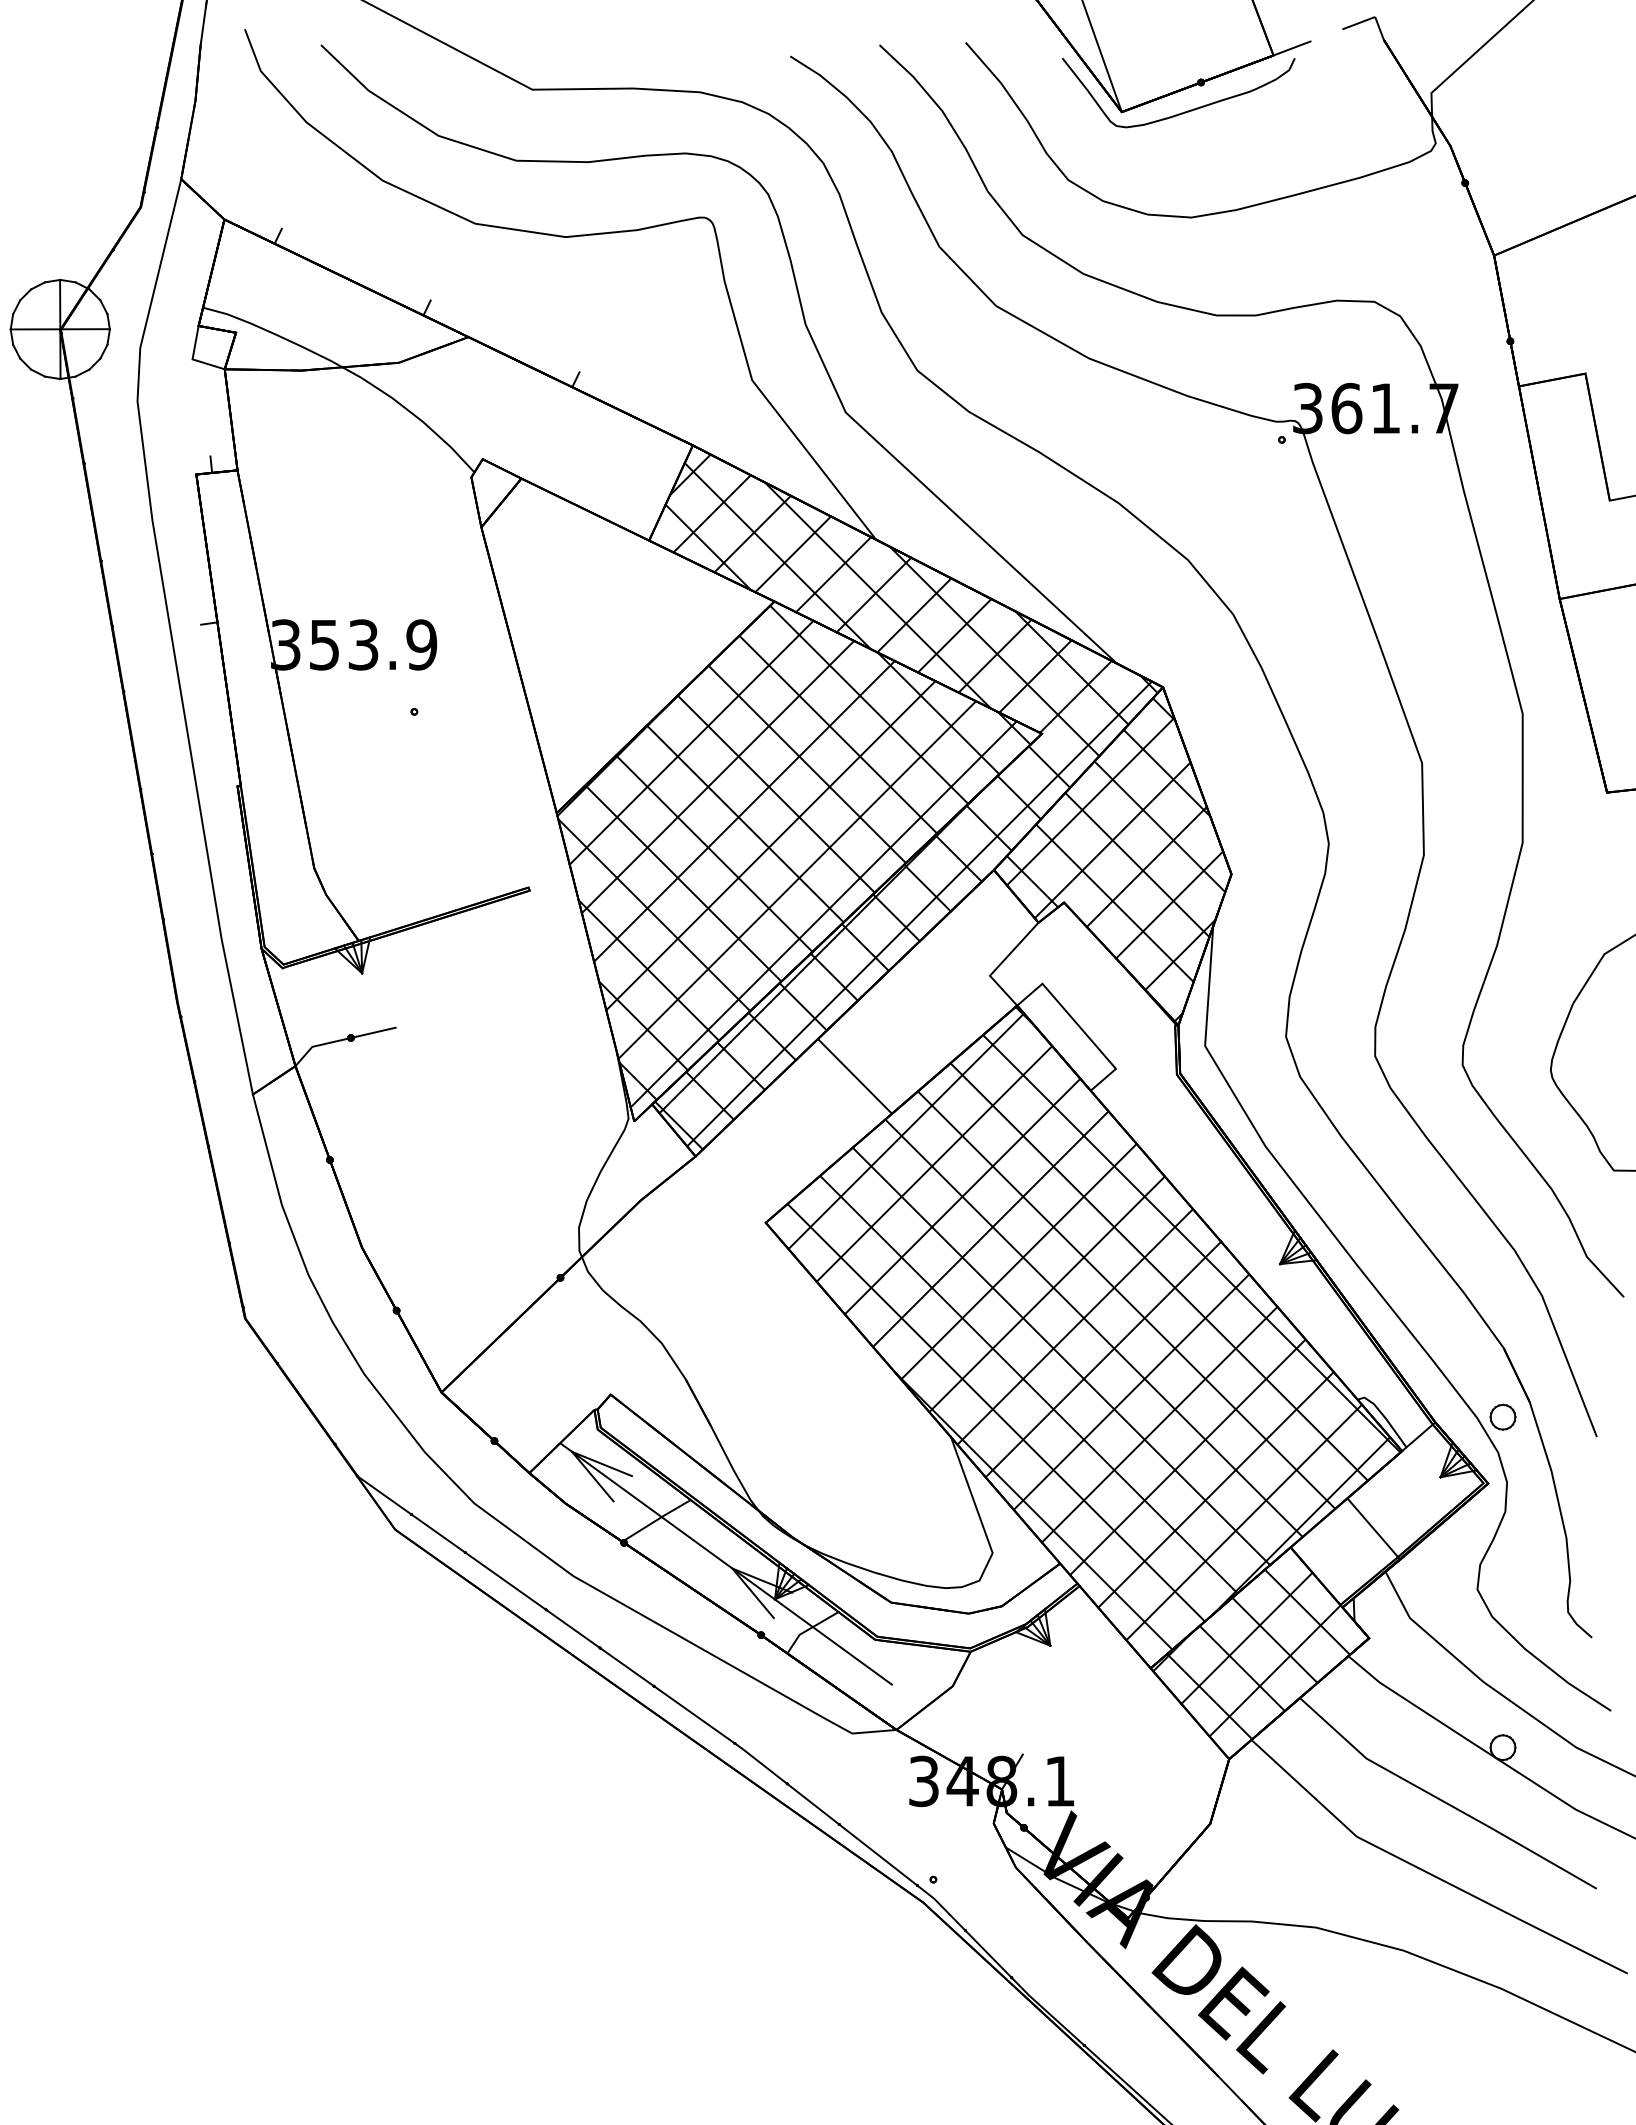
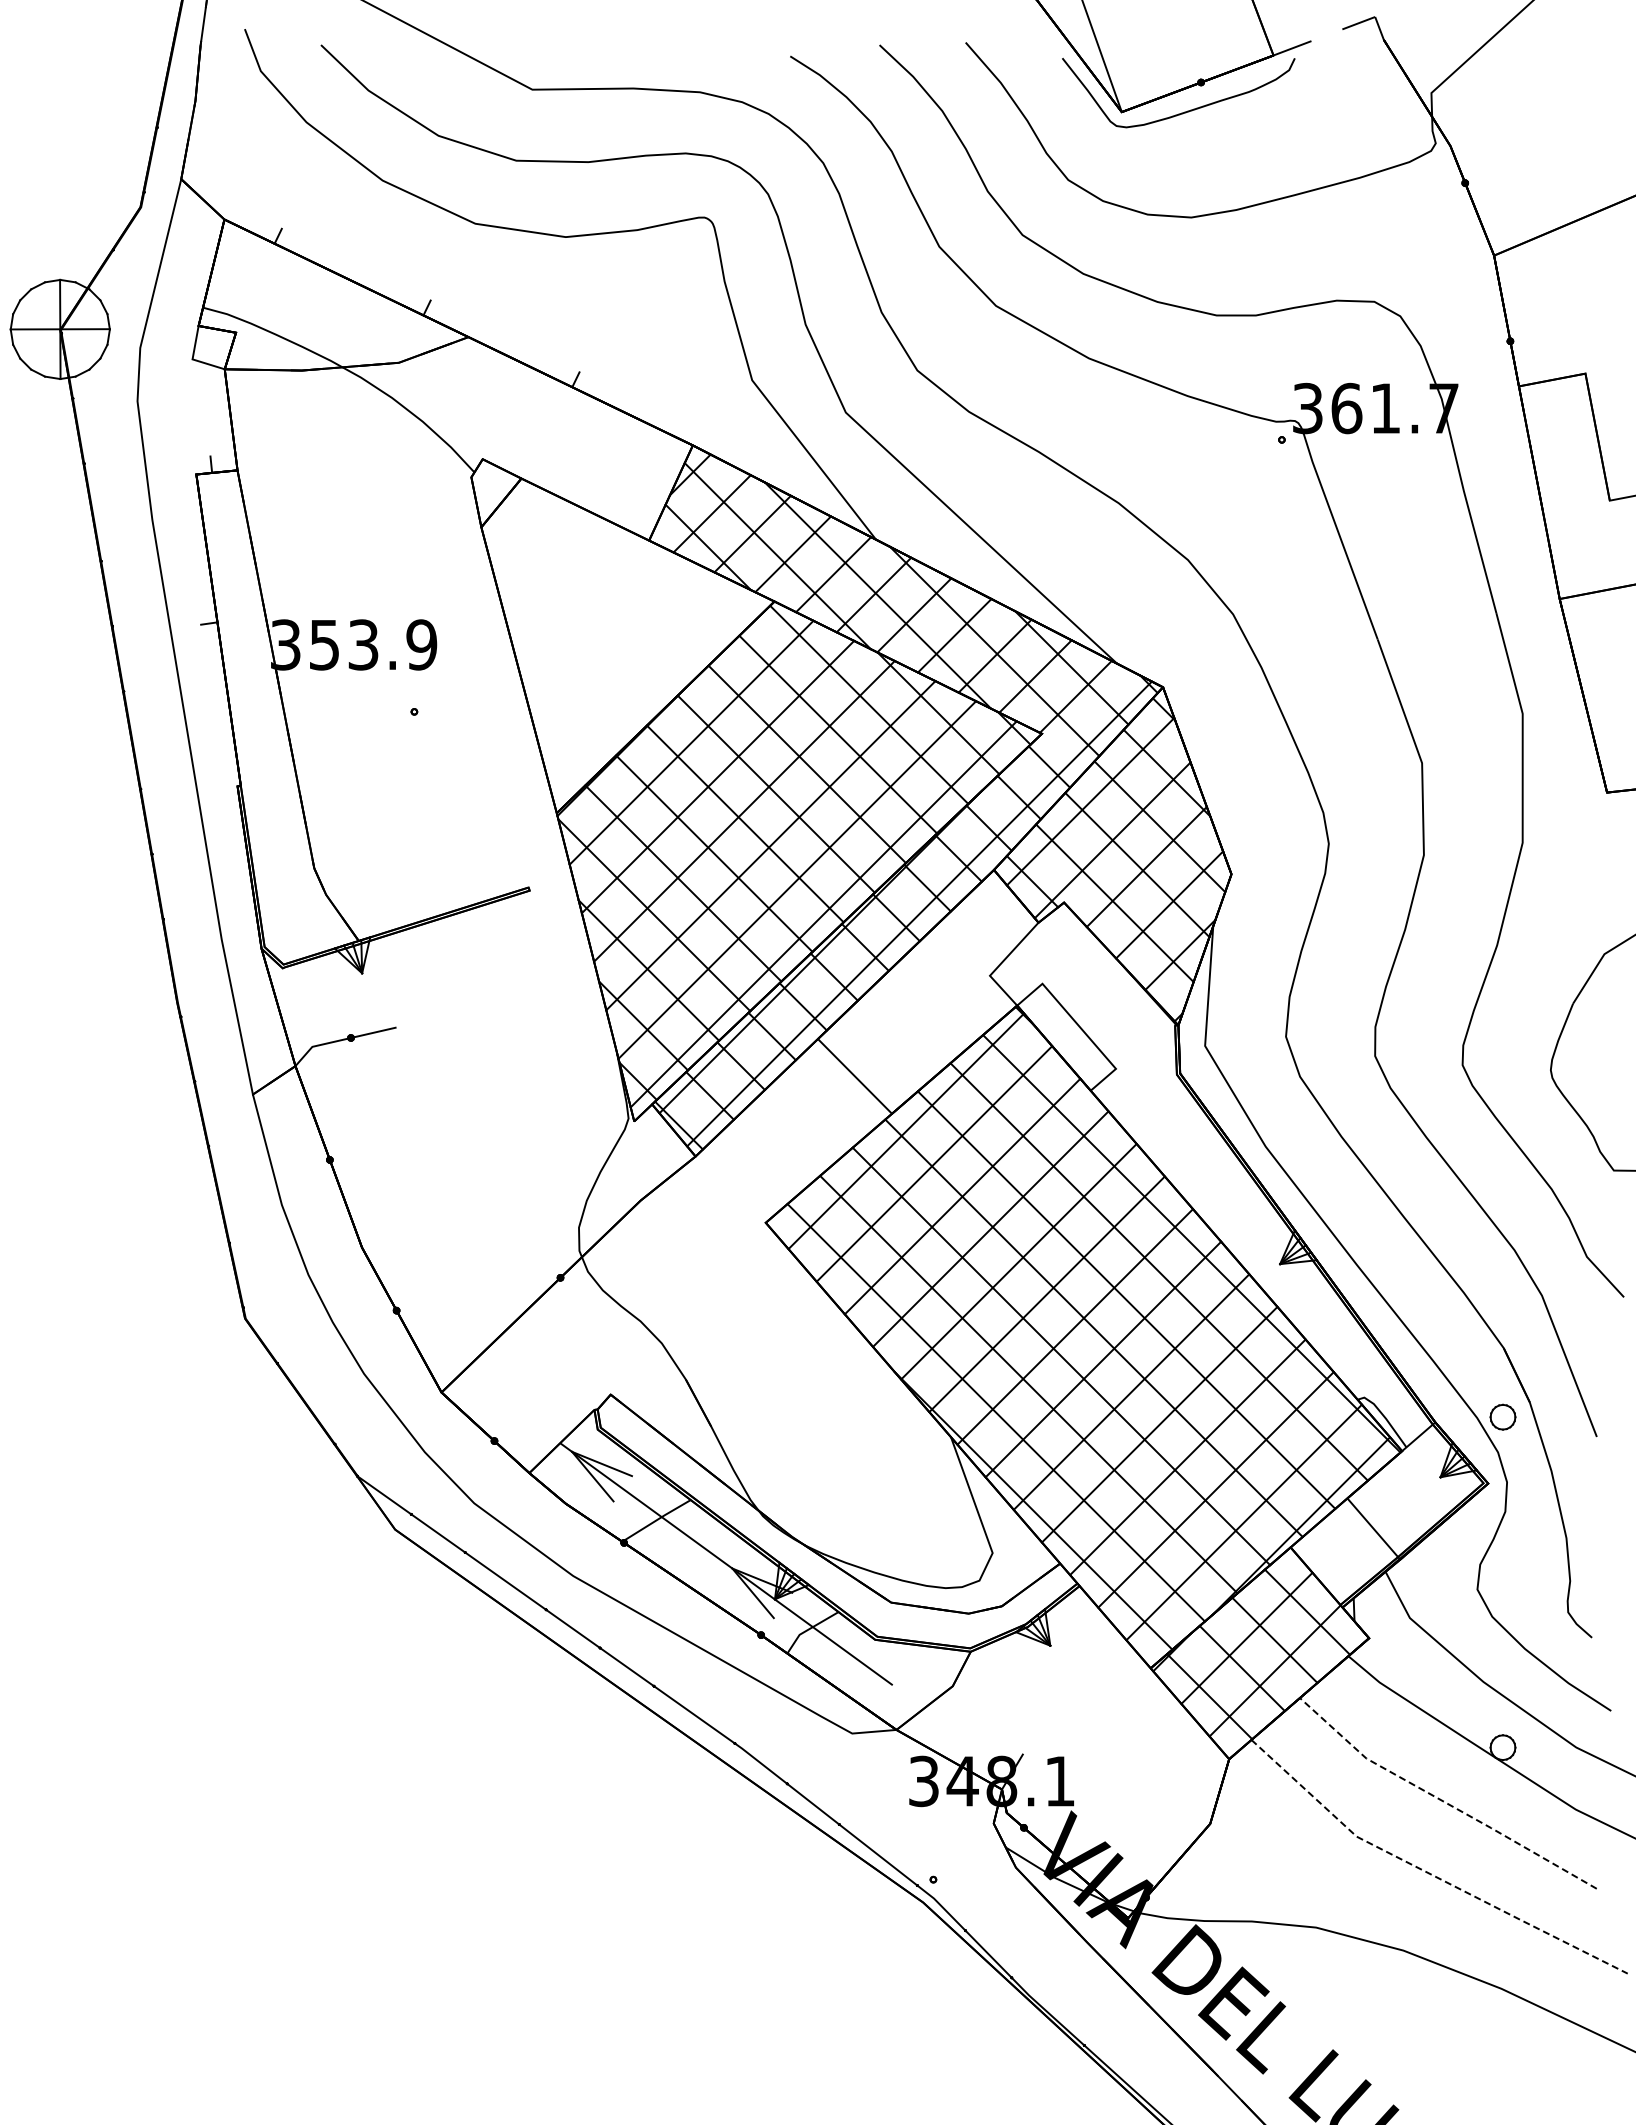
line at (1442, 1800): solid -> dashed
line at (1428, 1872): solid -> dashed
